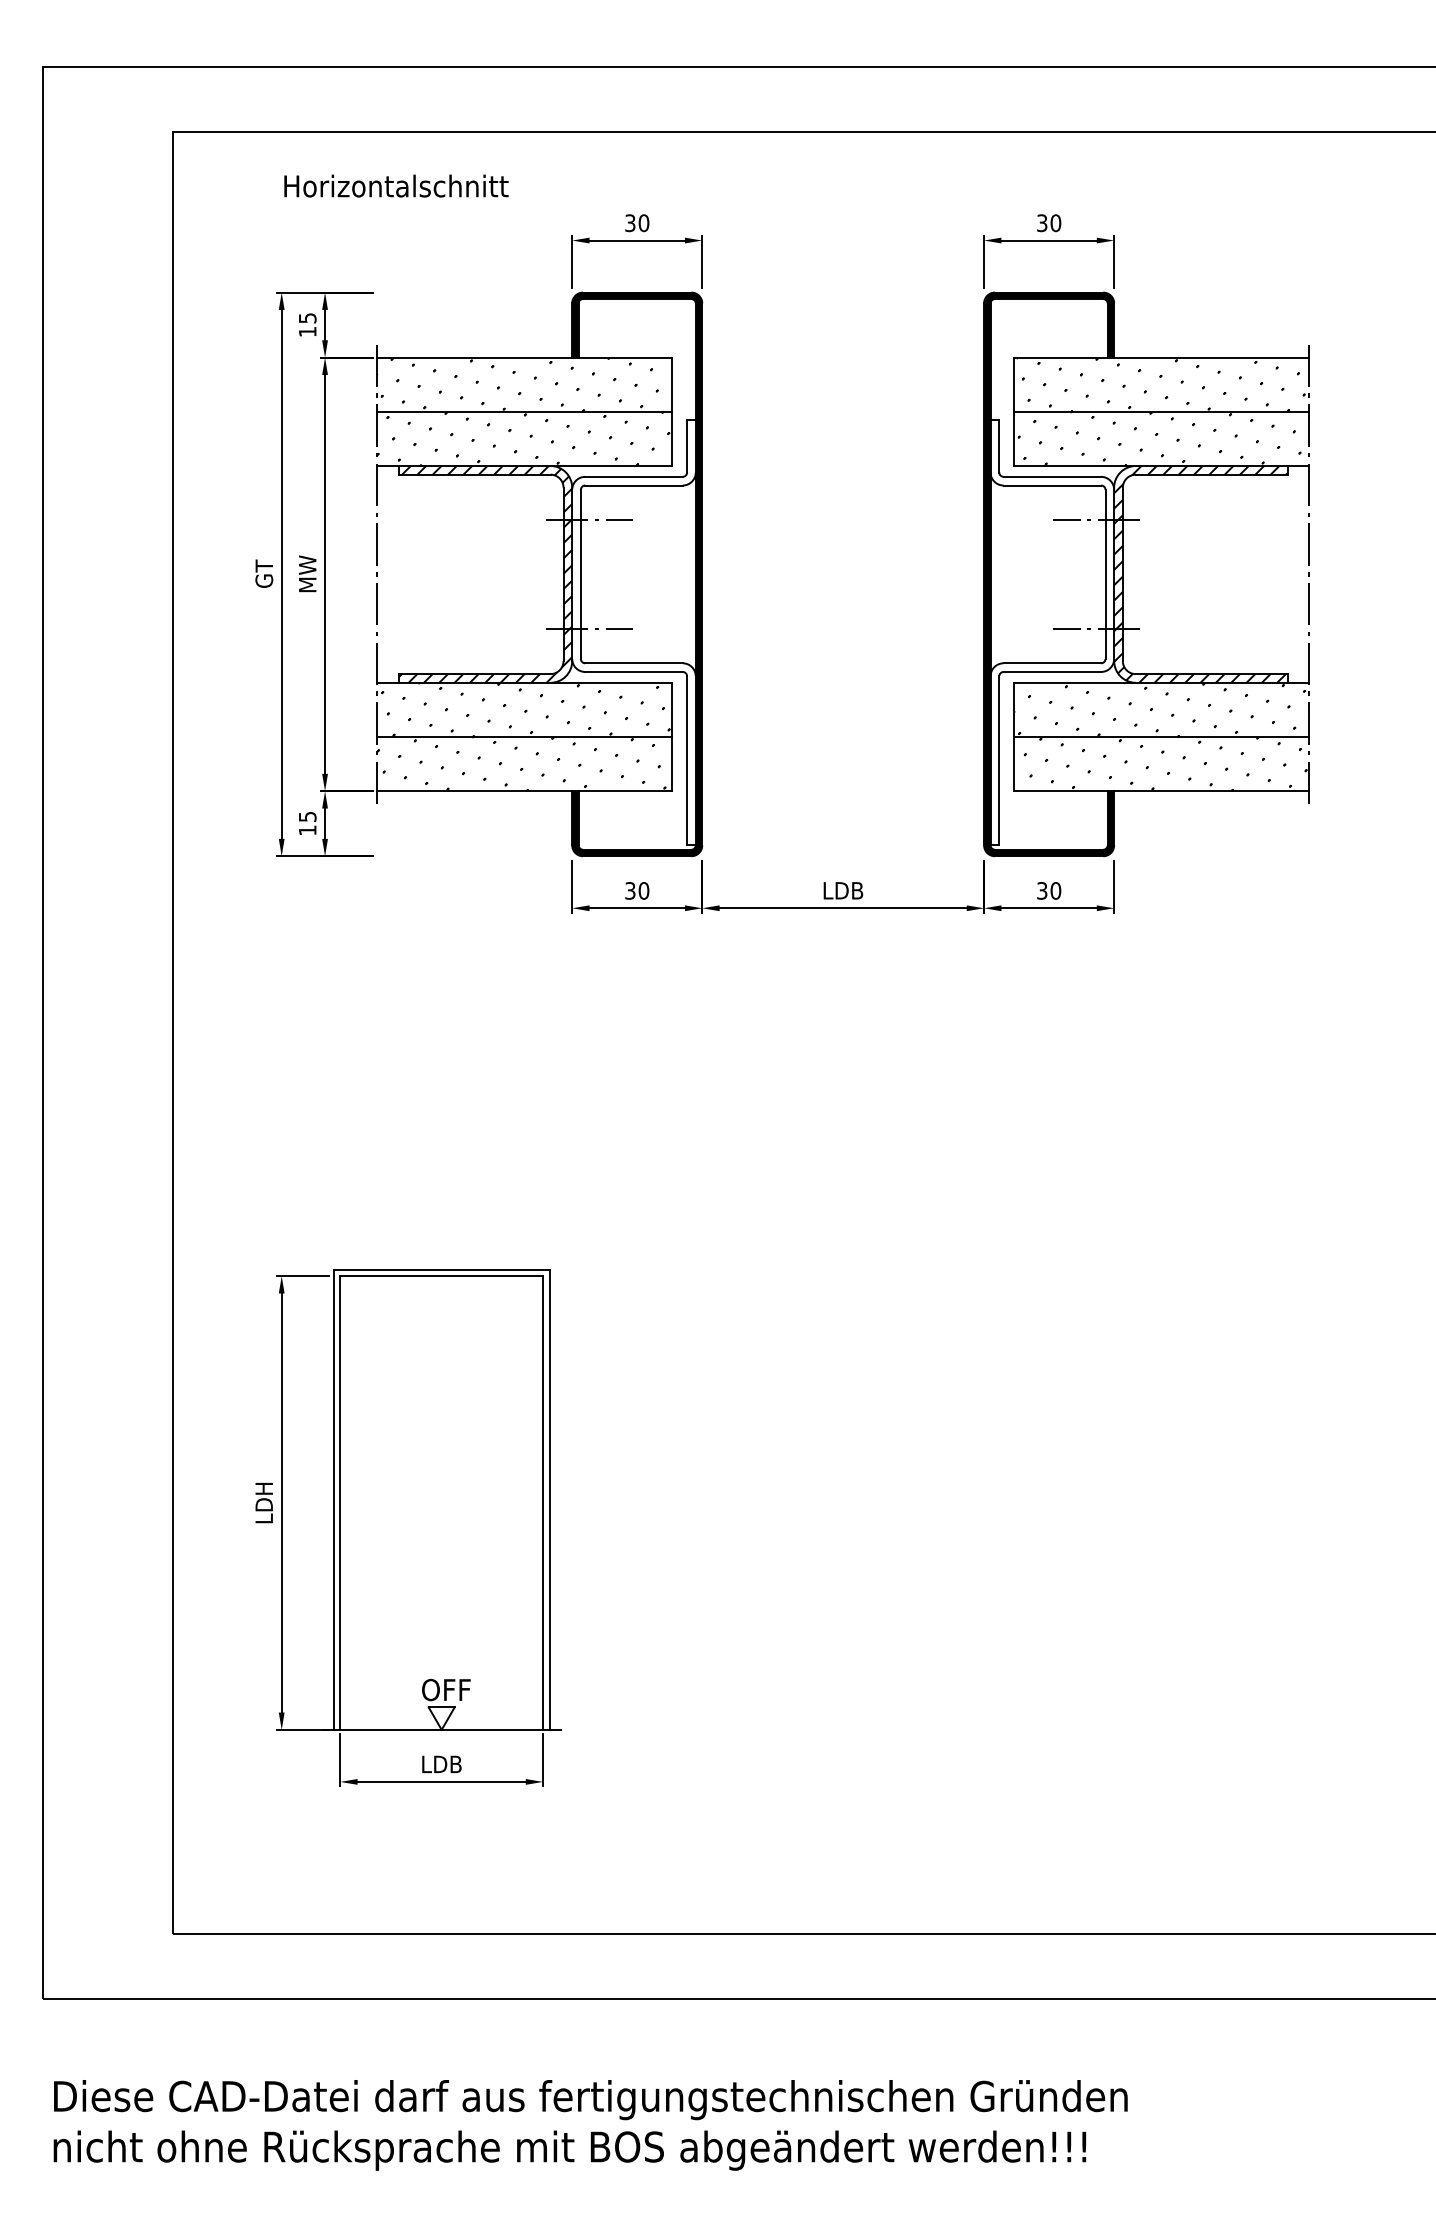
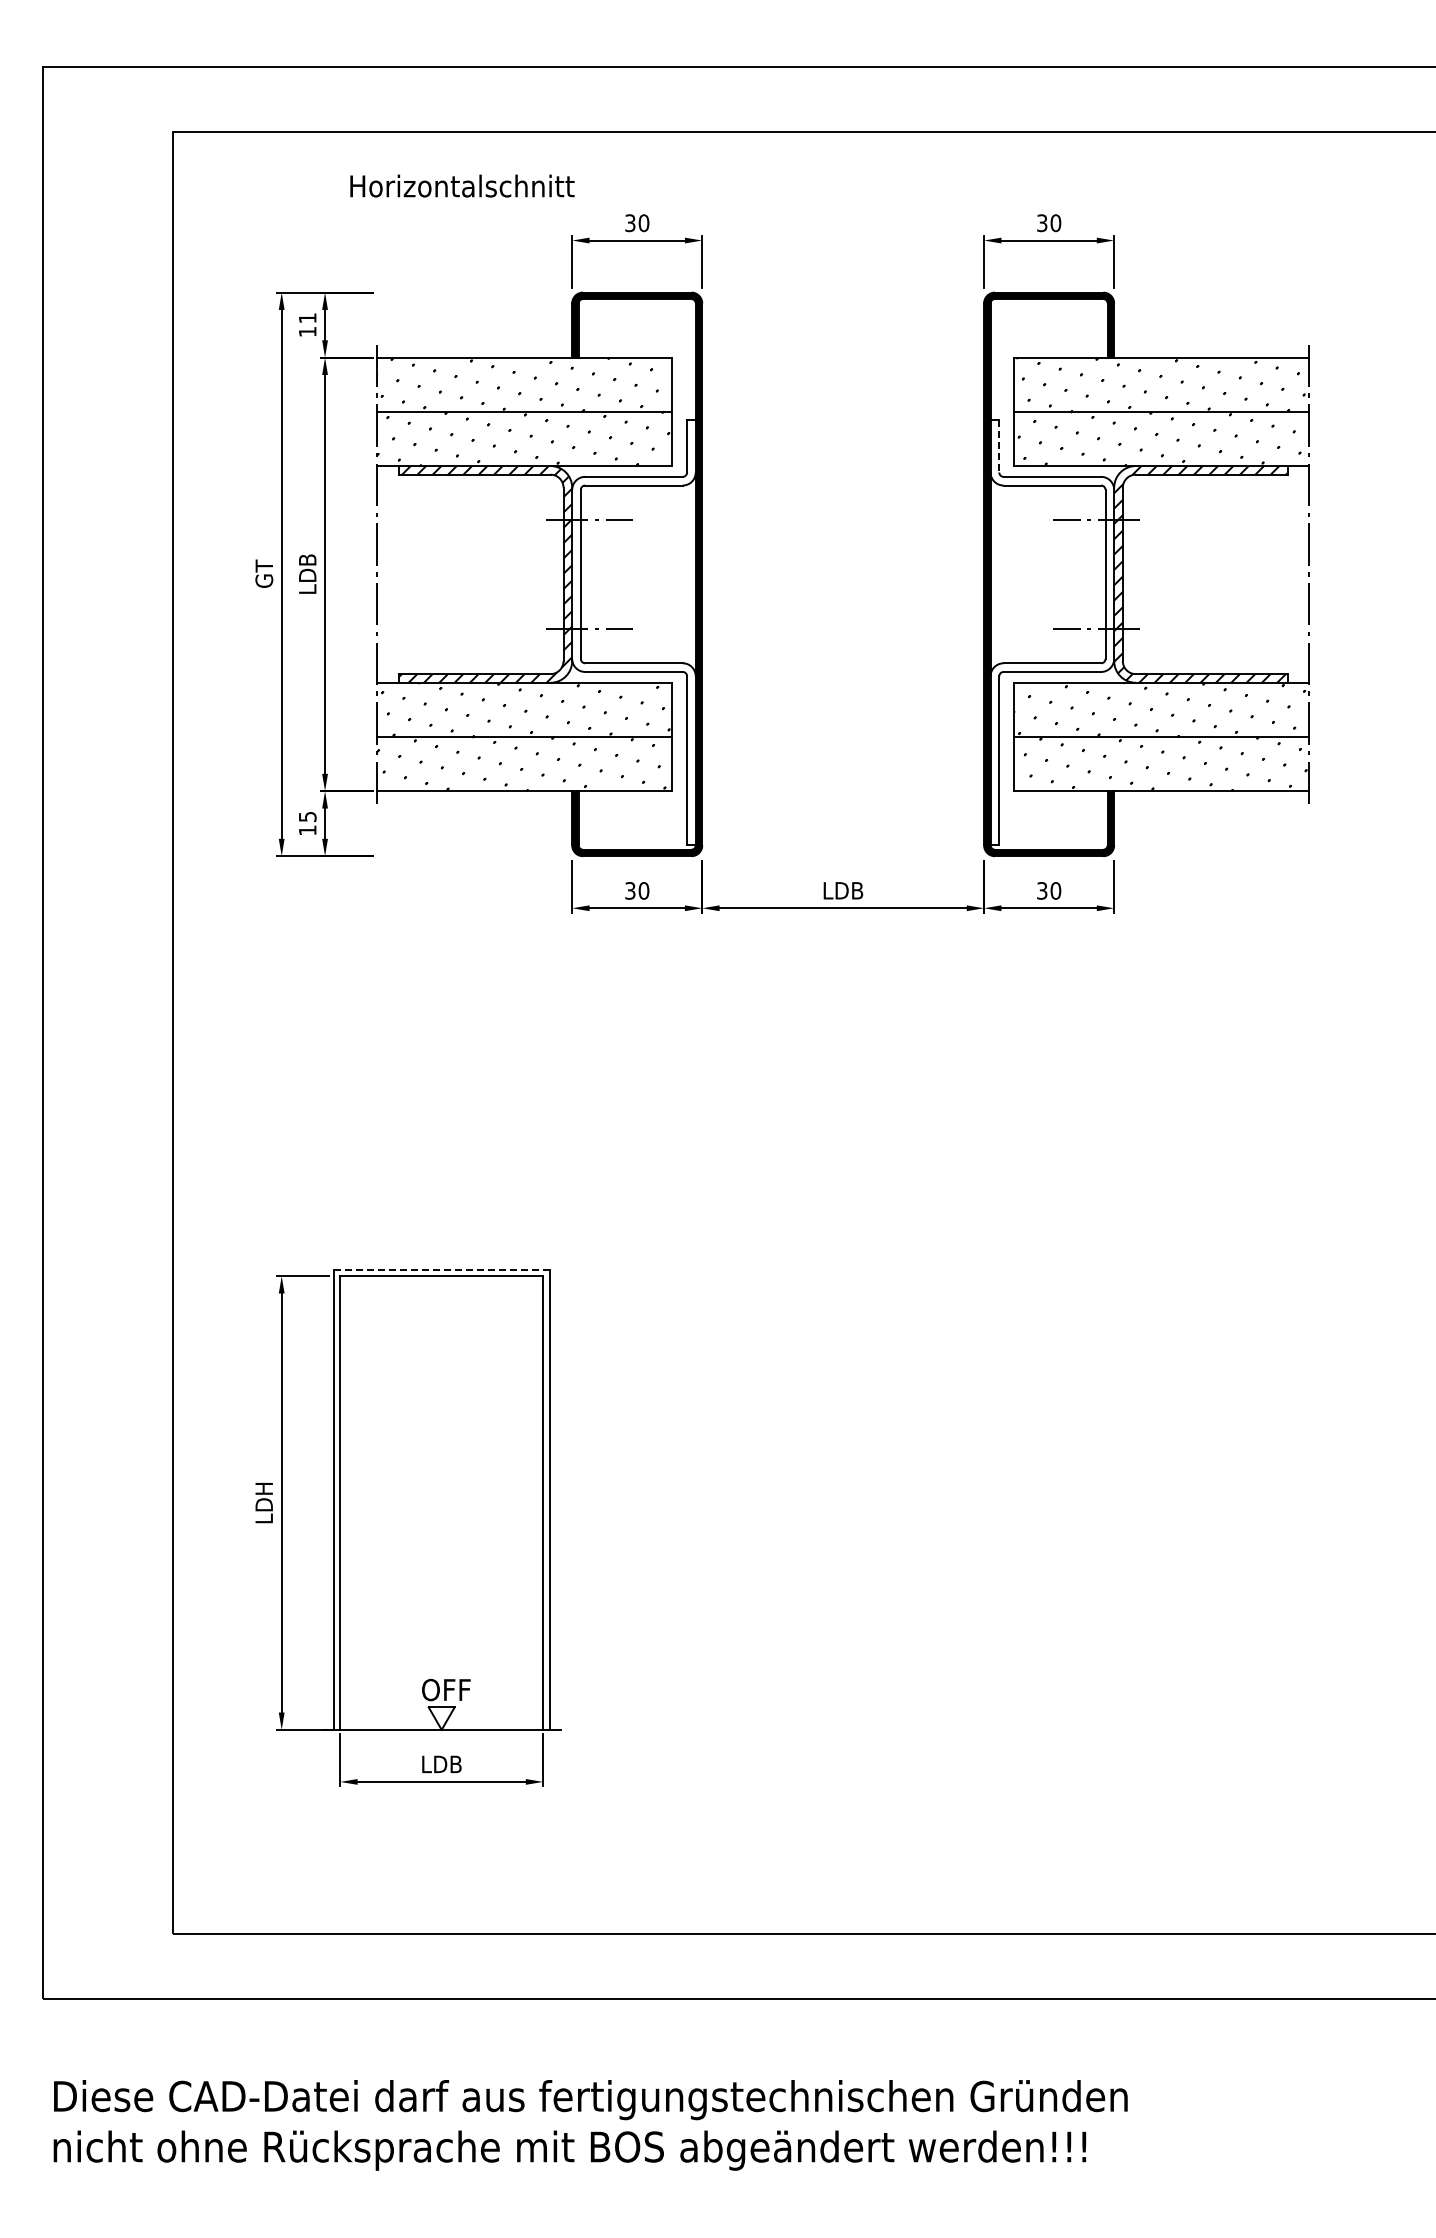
text at (396, 185) position: (396, 185) -> (462, 185)
text at (307, 318): 15 -> 11
line at (999, 447): solid -> dashed
text at (307, 573): MW -> LDB
line at (441, 1269): solid -> dashed
